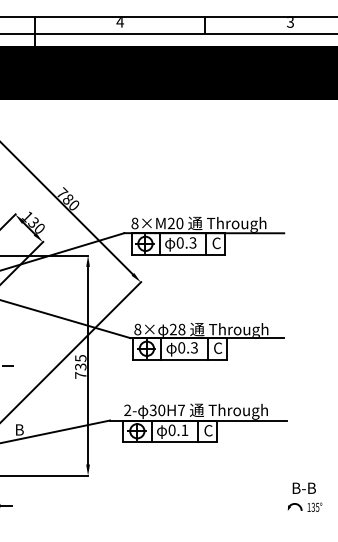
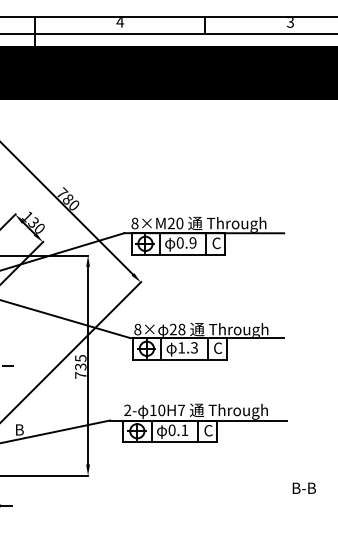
text at (192, 242): 0.3 -> 0.9
text at (181, 347): 0.3 -> 1.3
text at (152, 410): 30H7 -> 10H7
part at (304, 506): present -> none
